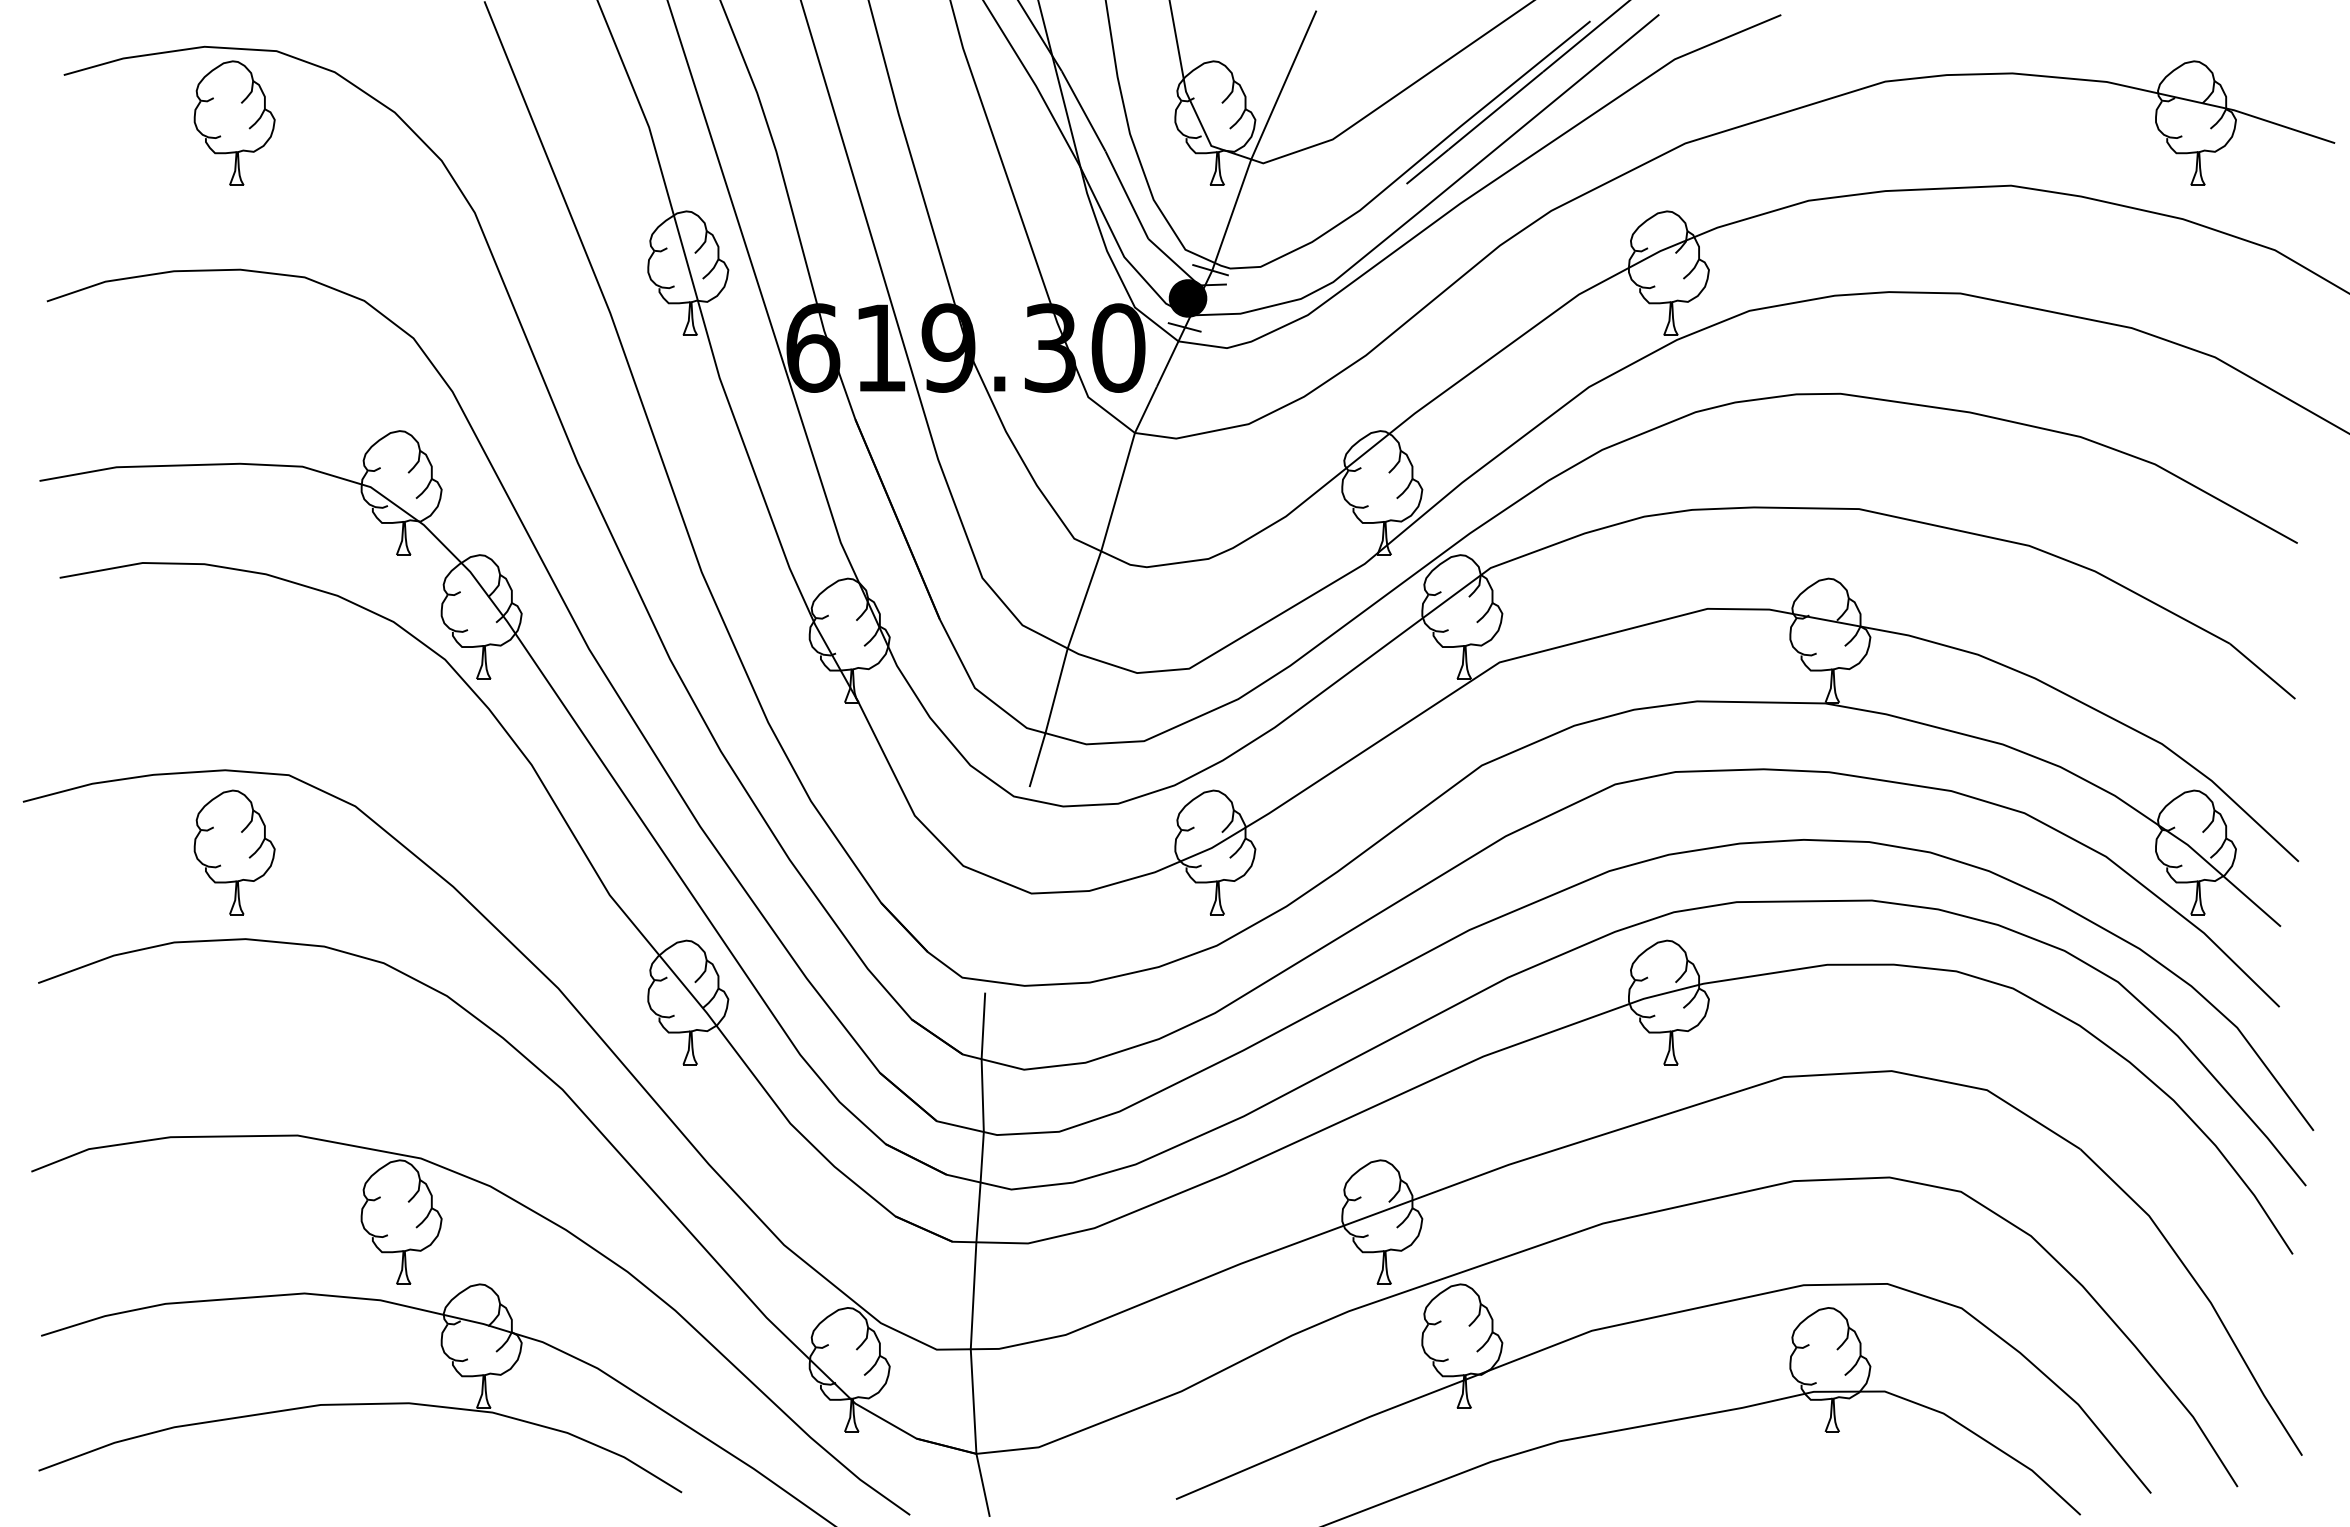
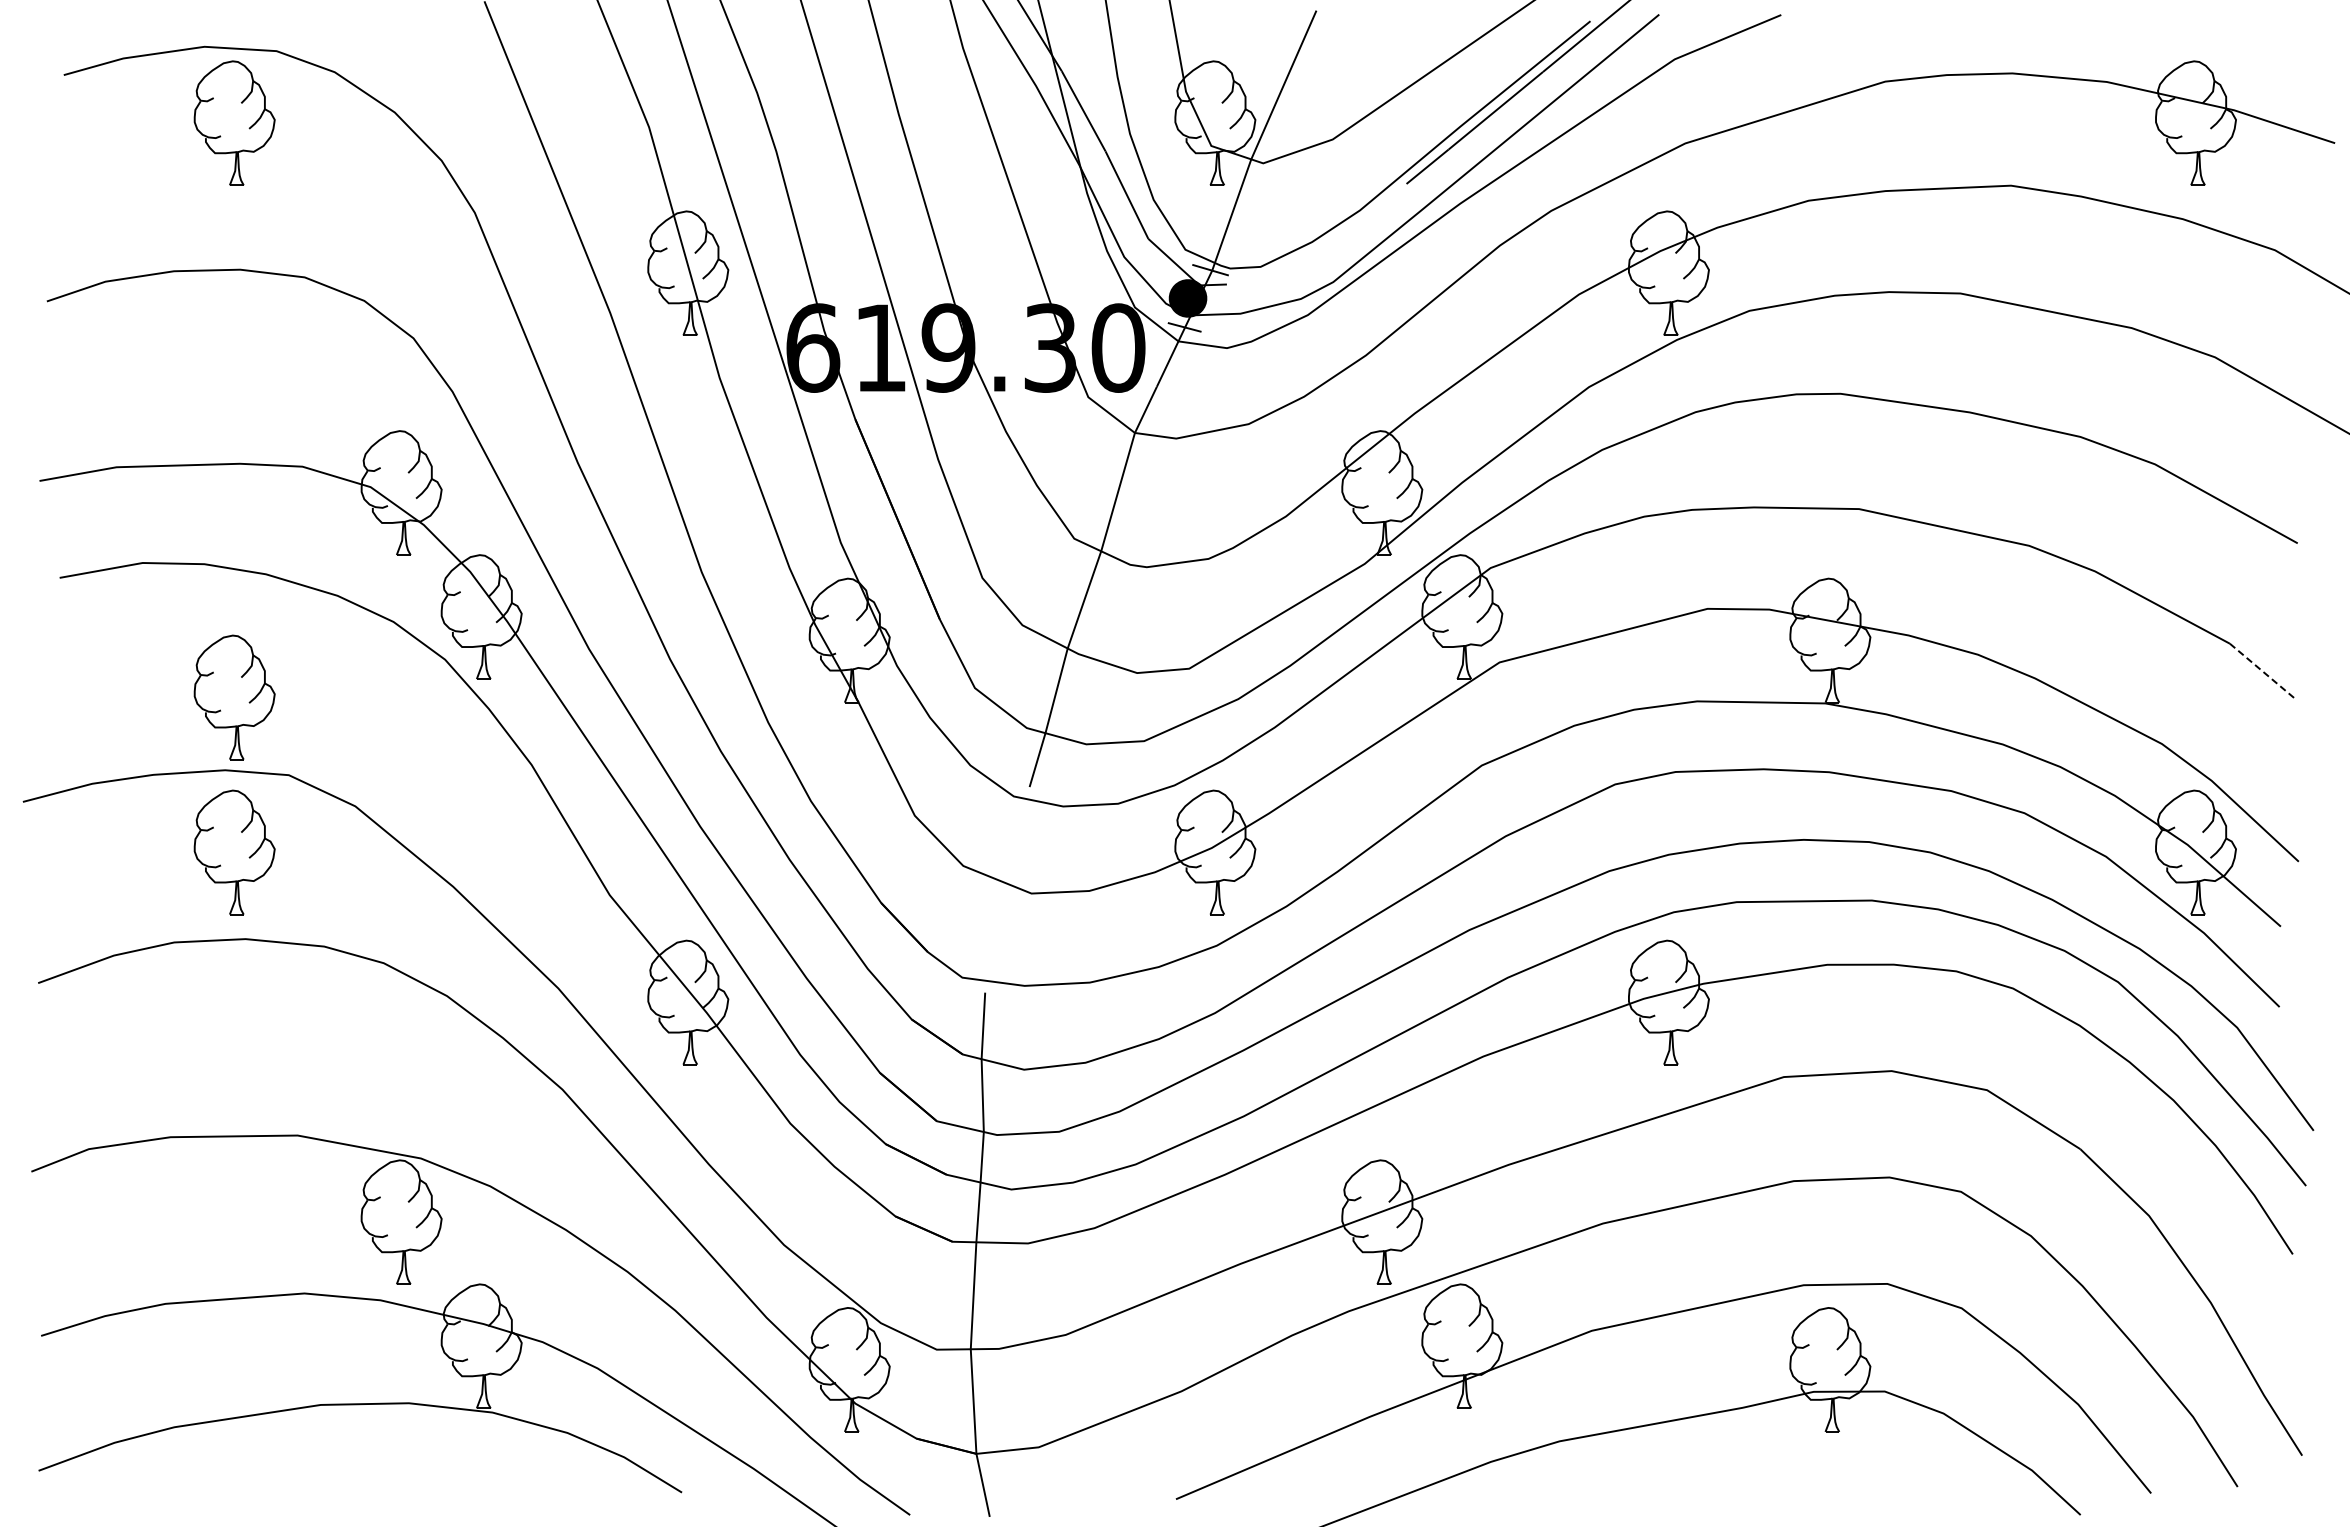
line at (2262, 671): solid -> dashed
part at (234, 697): none -> present
